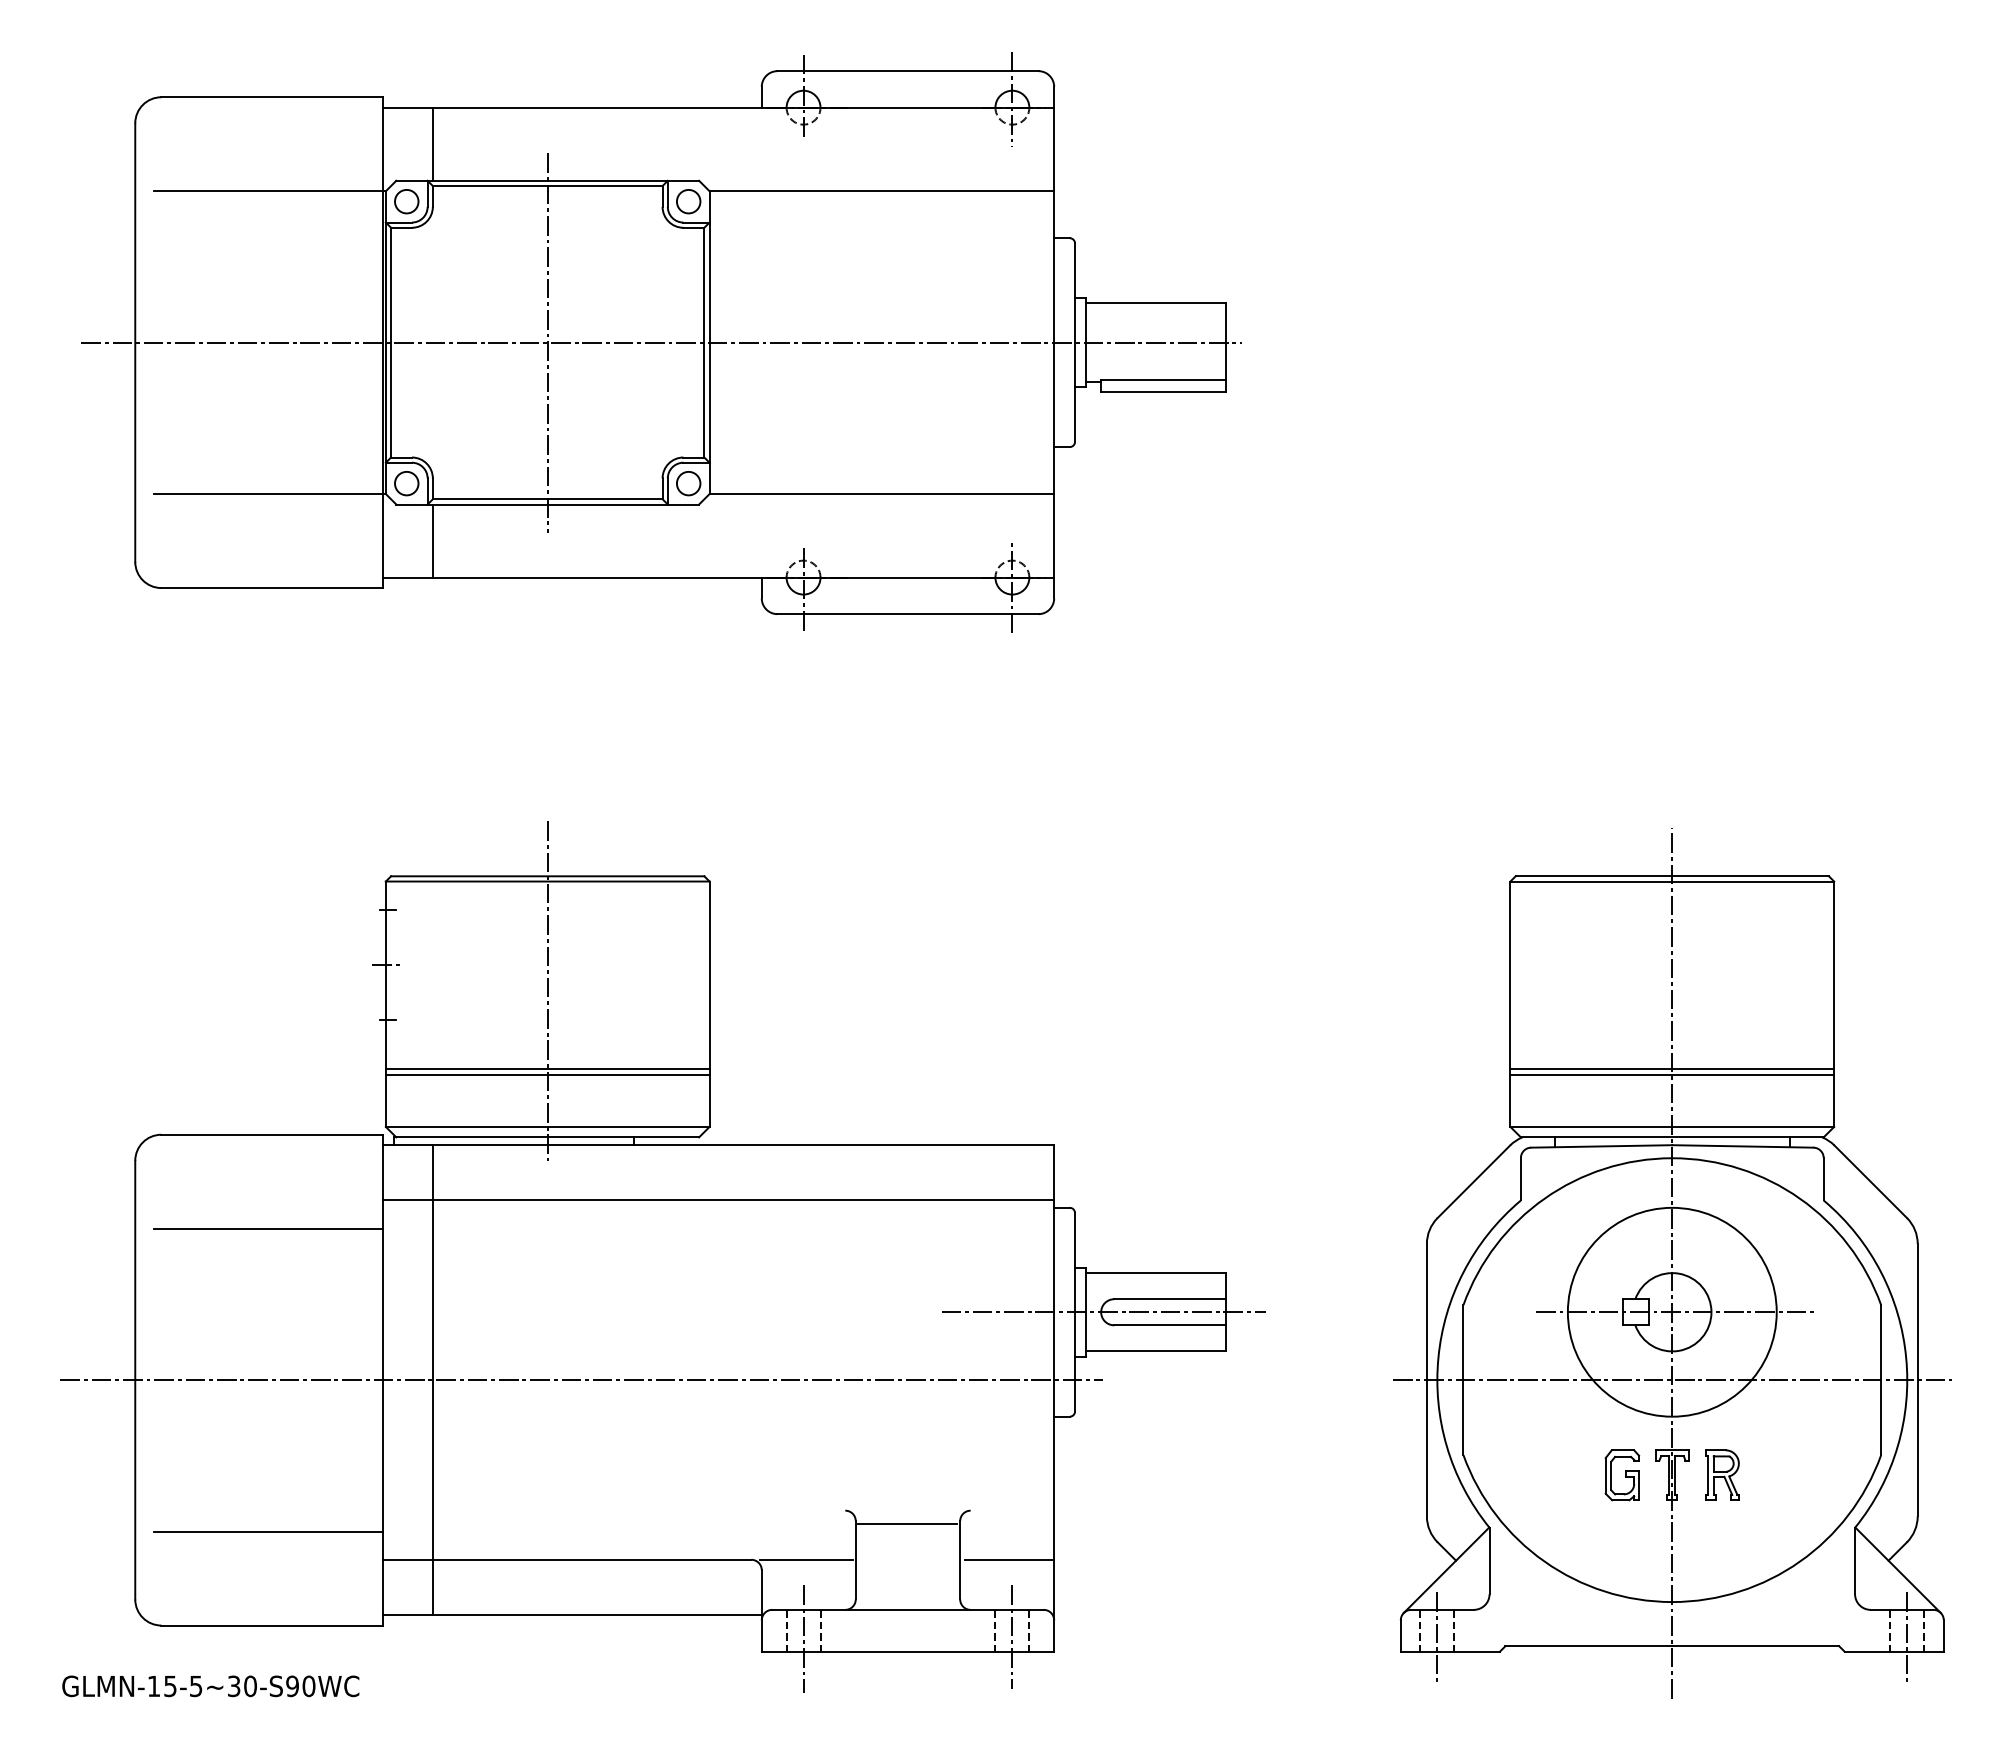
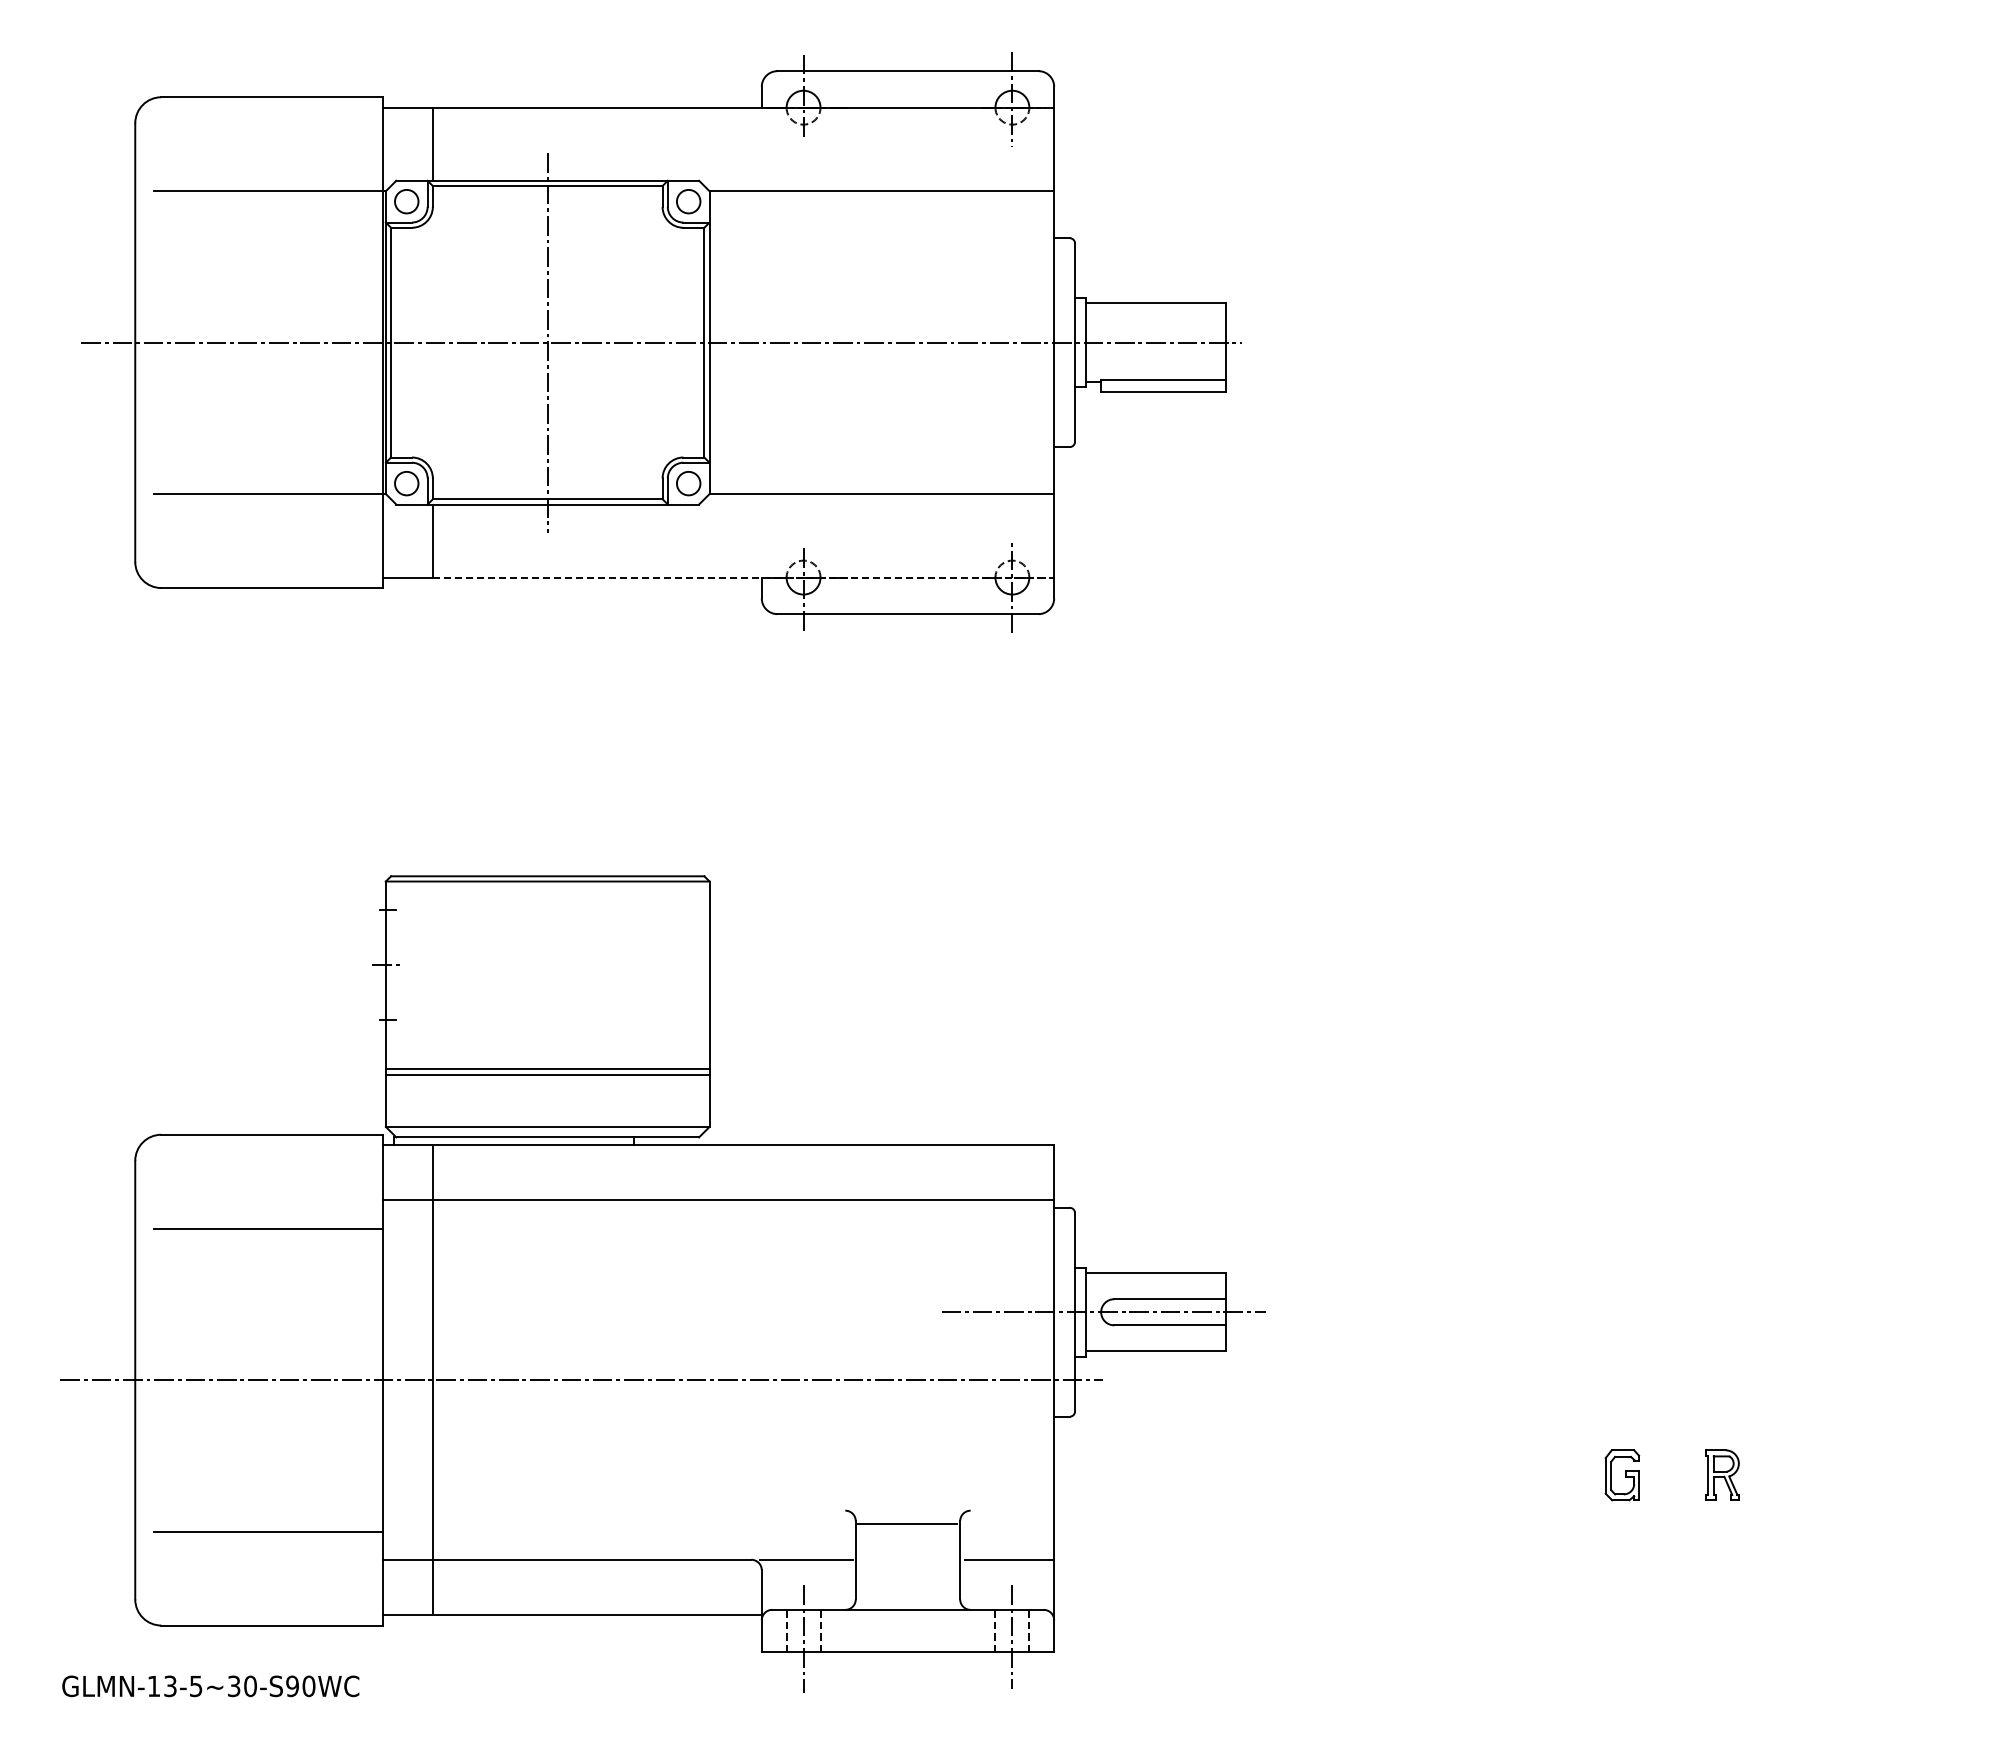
line at (743, 577): solid -> dashed
line at (547, 991): present -> none
part at (1672, 1263): present -> none
text at (170, 1685): GLMN-15-5~30-S90WC -> GLMN-13-5~30-S90WC
